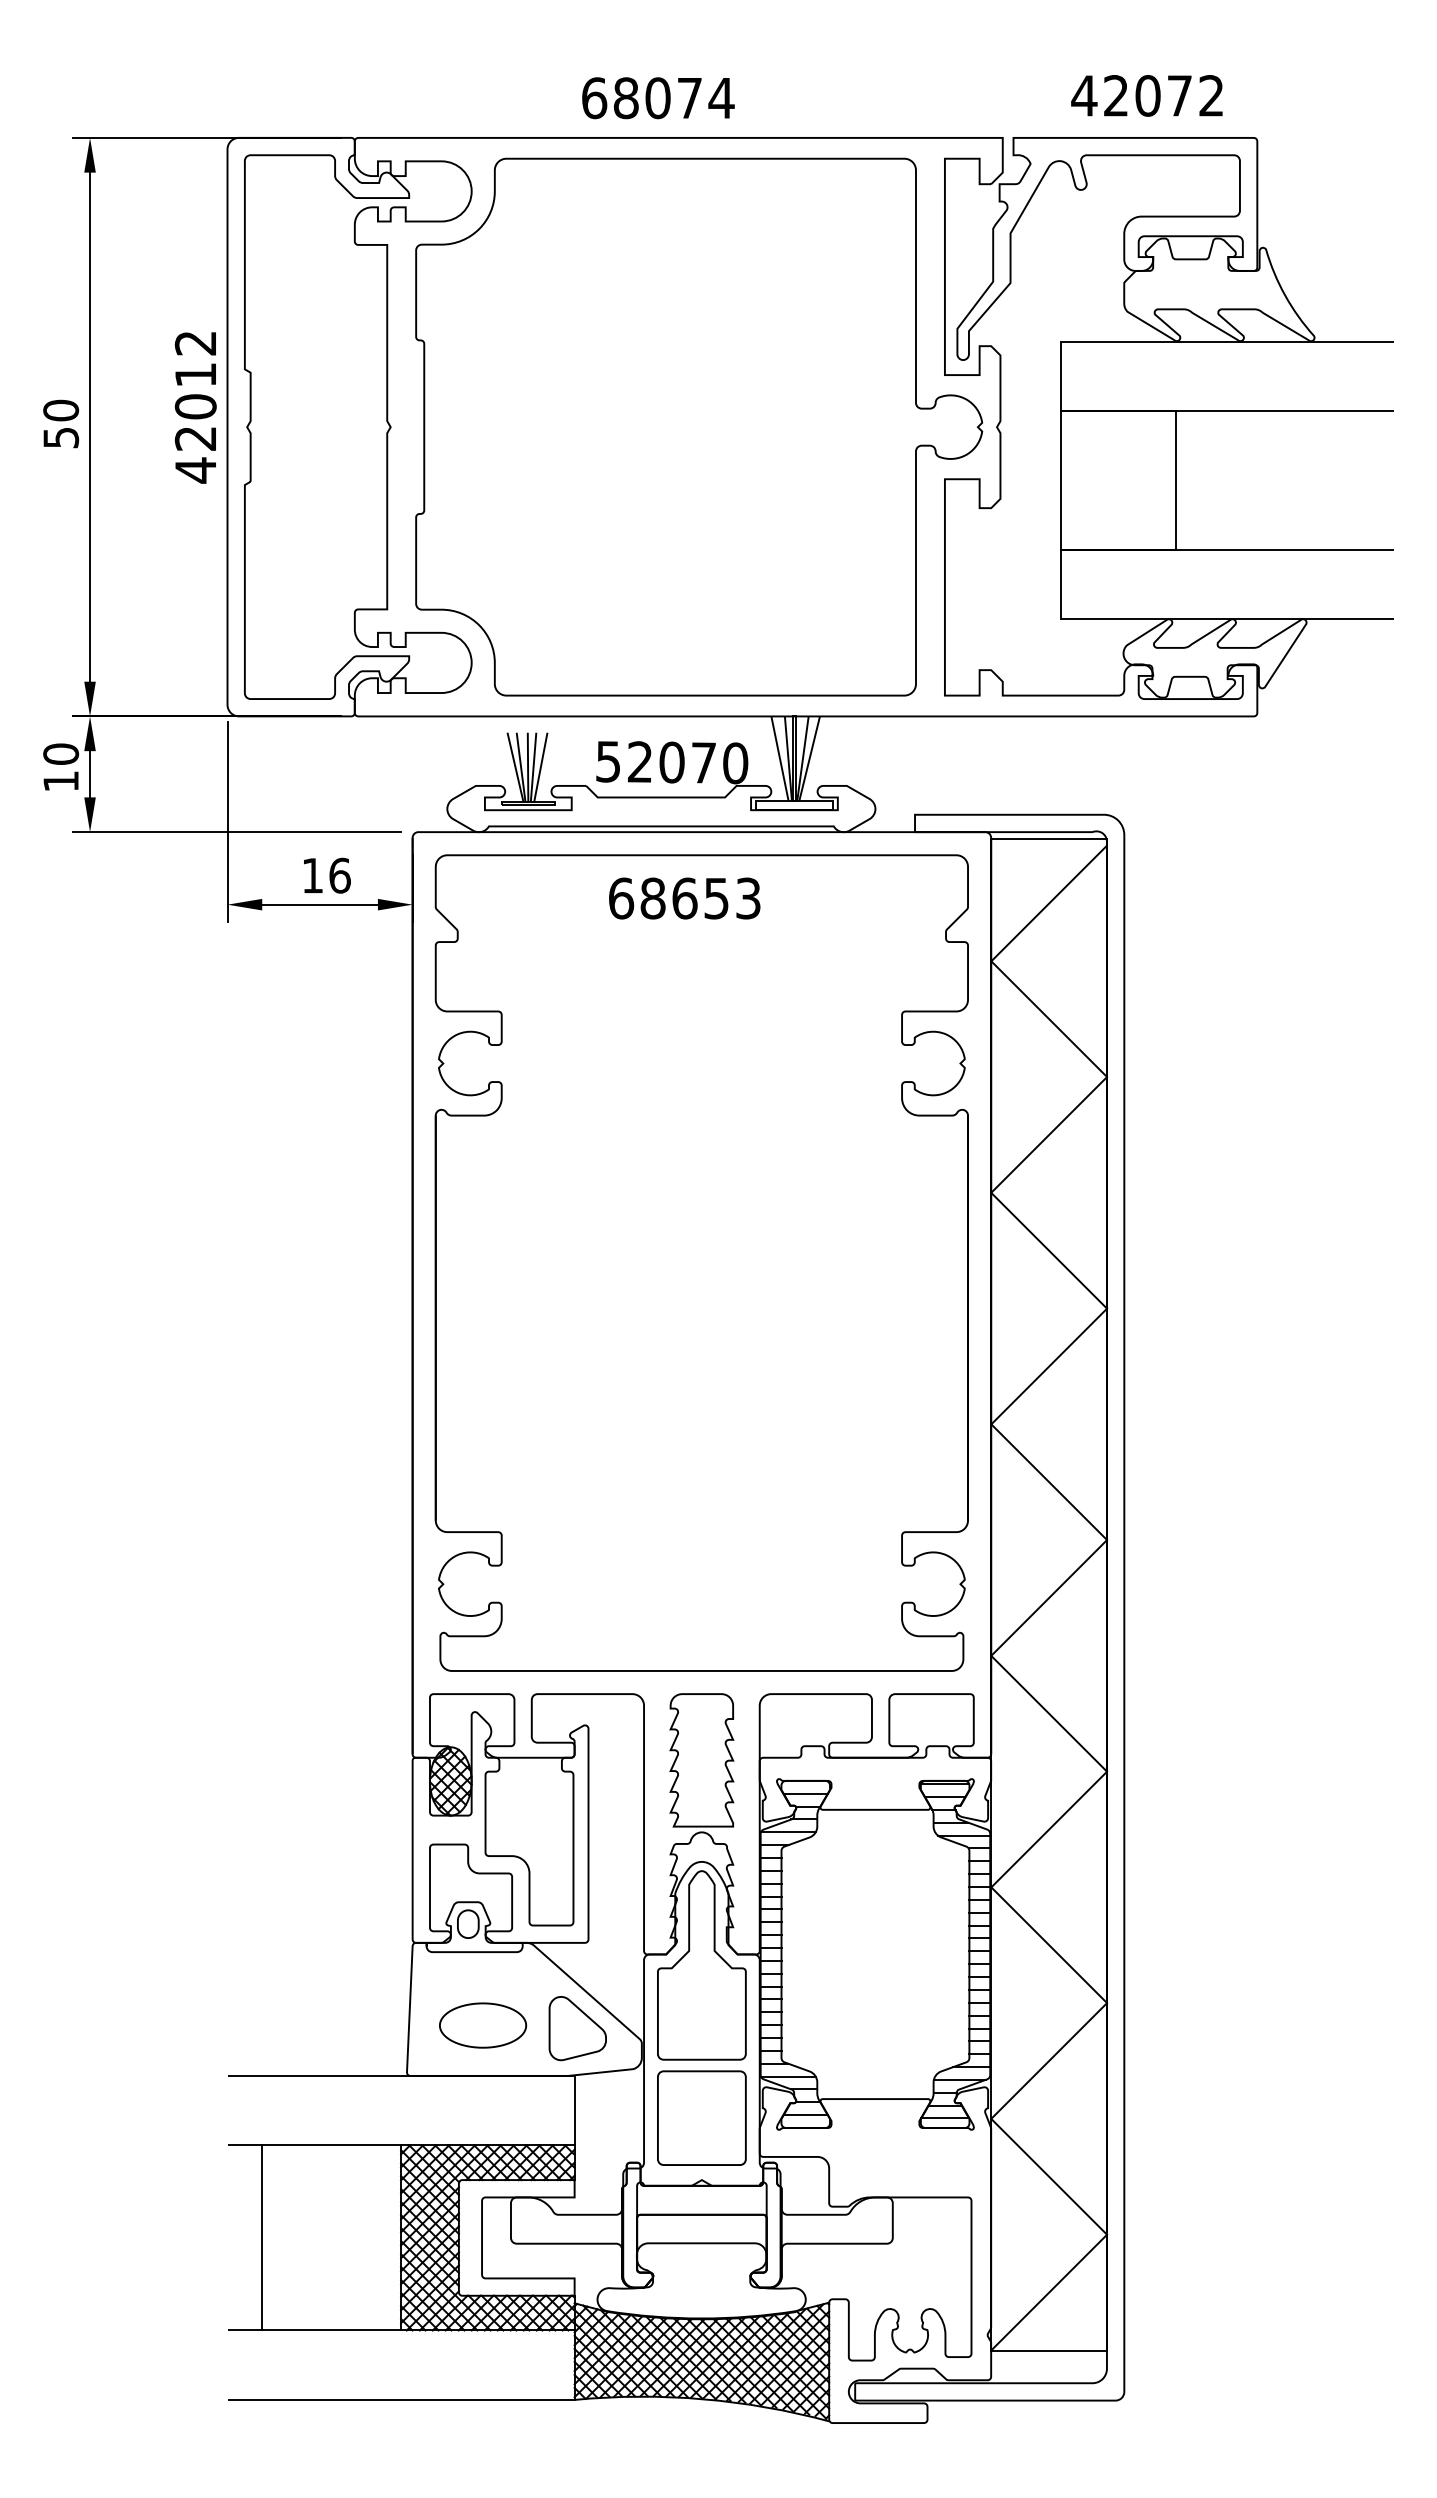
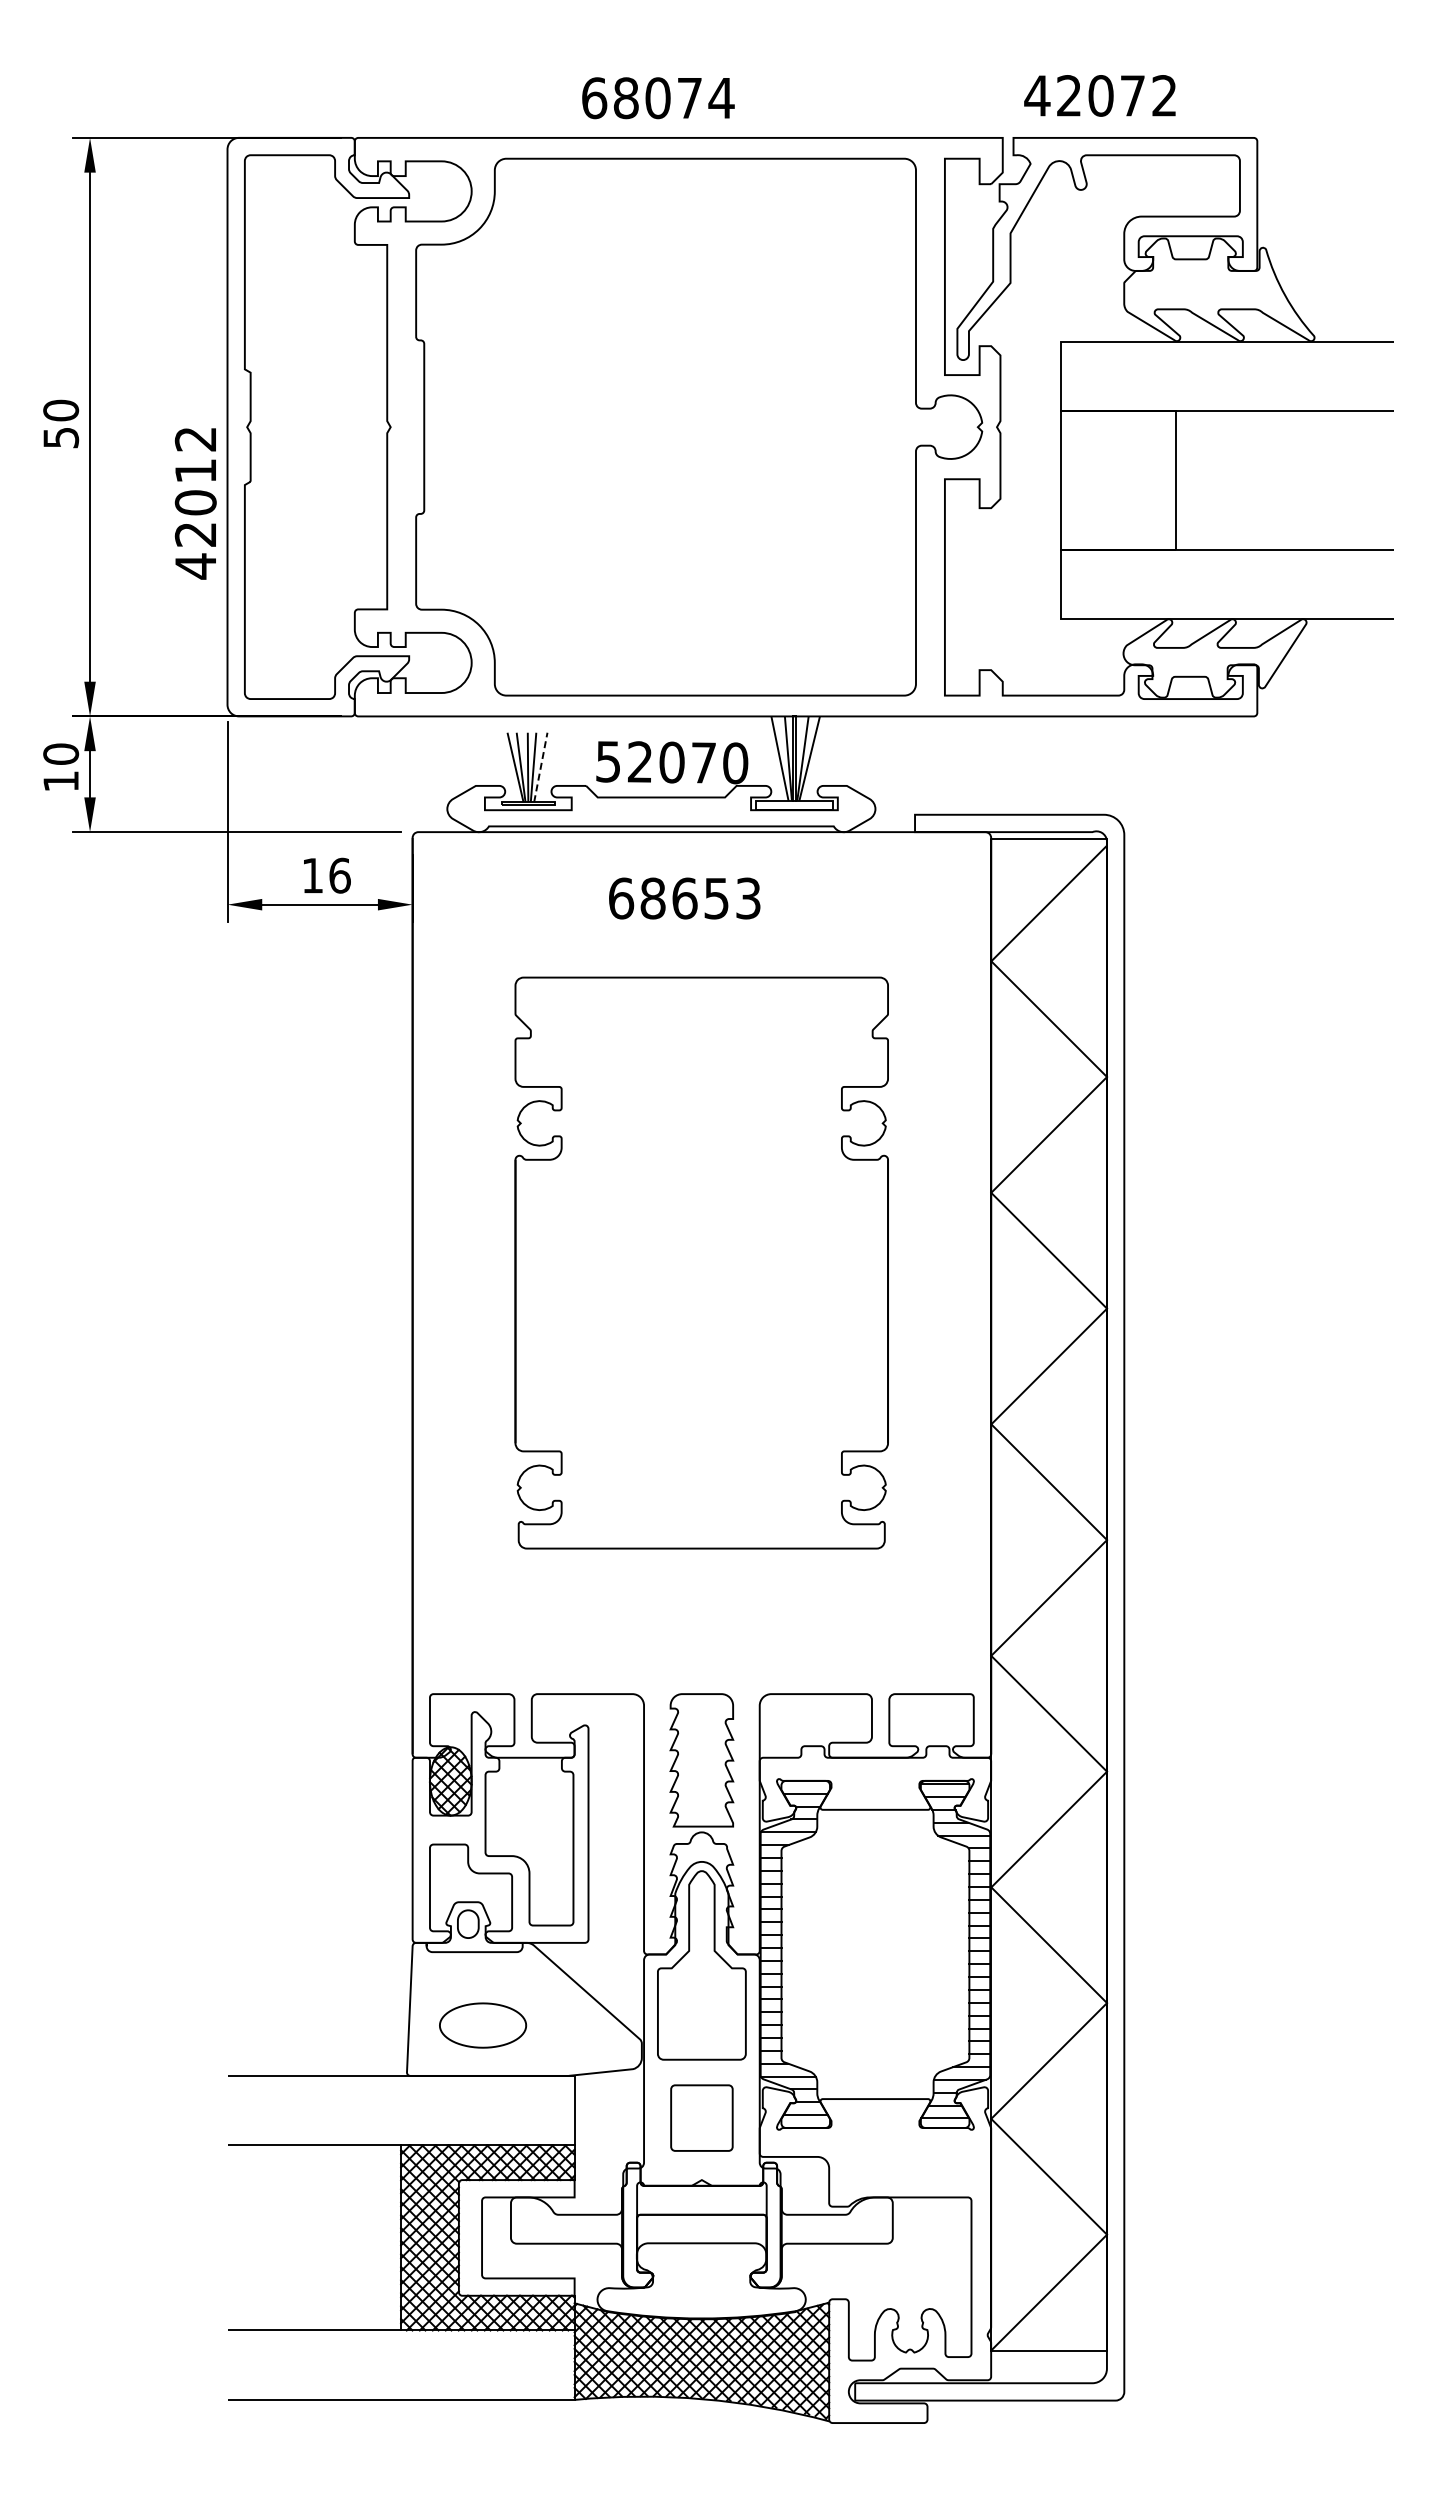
text at (1146, 95) position: (1146, 95) -> (1099, 95)
text at (195, 407) position: (195, 407) -> (195, 503)
line at (540, 766): solid -> dashed
part at (701, 1262) size: 535x818 px -> 375x574 px
part at (577, 2028): present -> none
part at (701, 2117) size: 90x96 px -> 64x68 px
line at (262, 2237): present -> none
